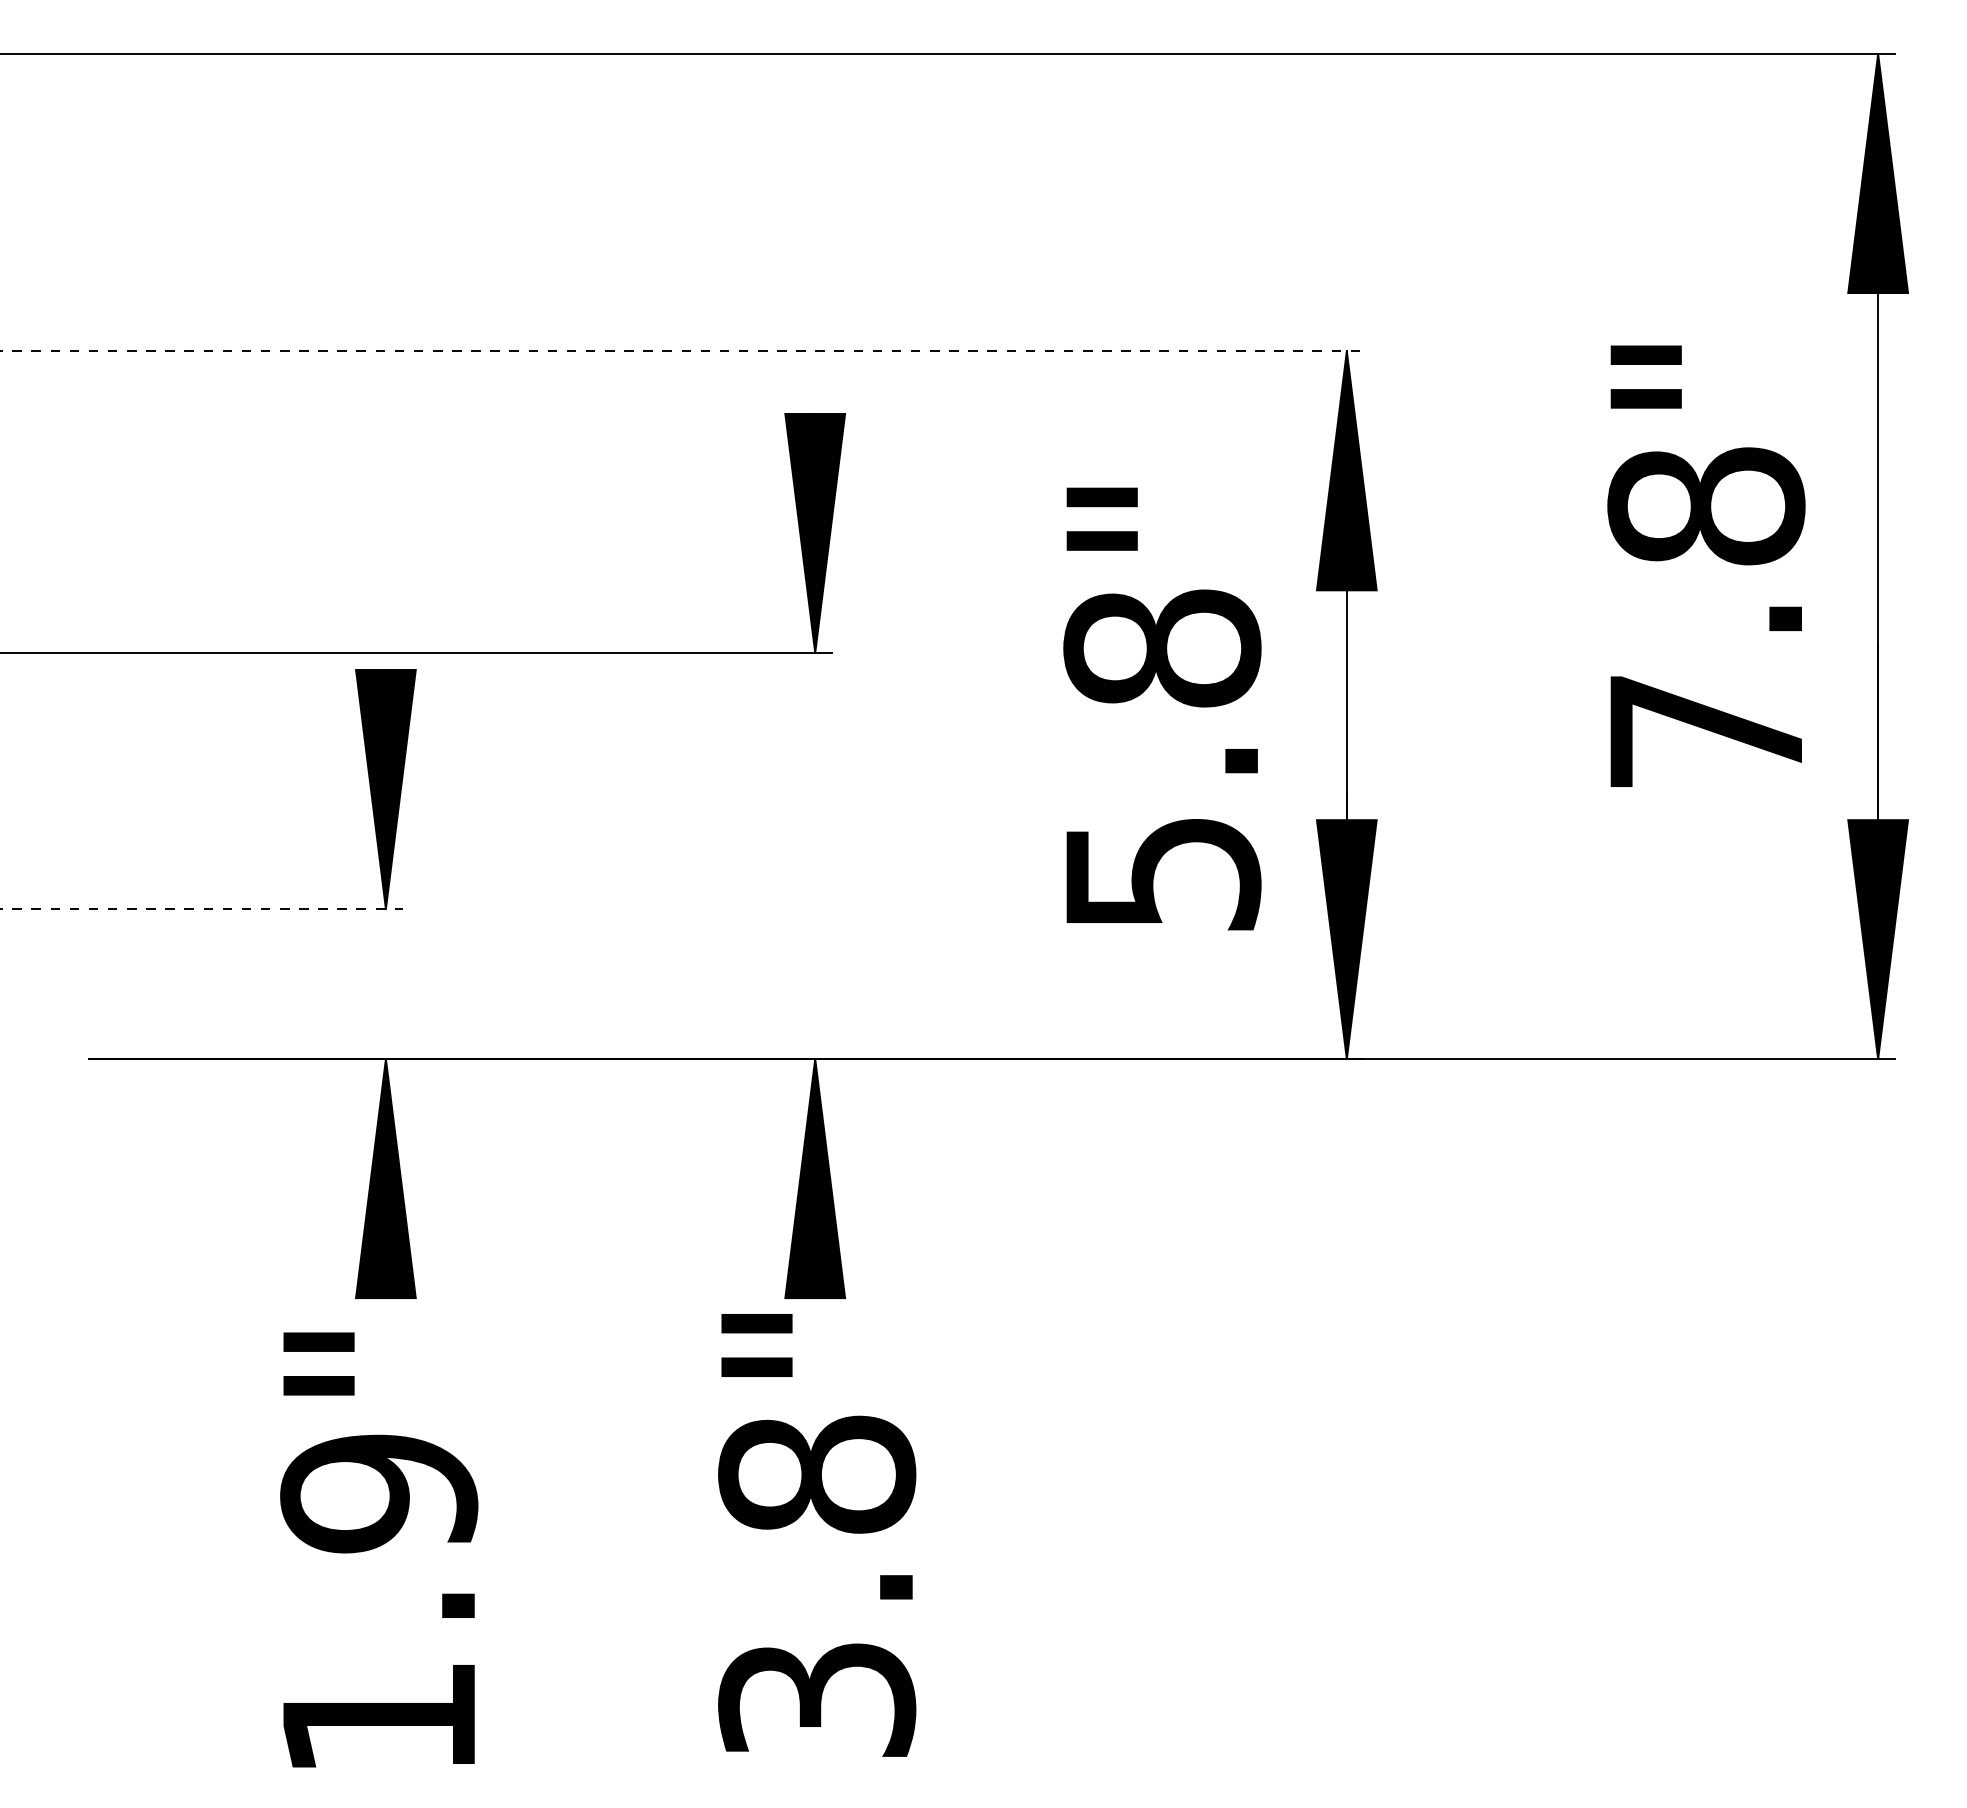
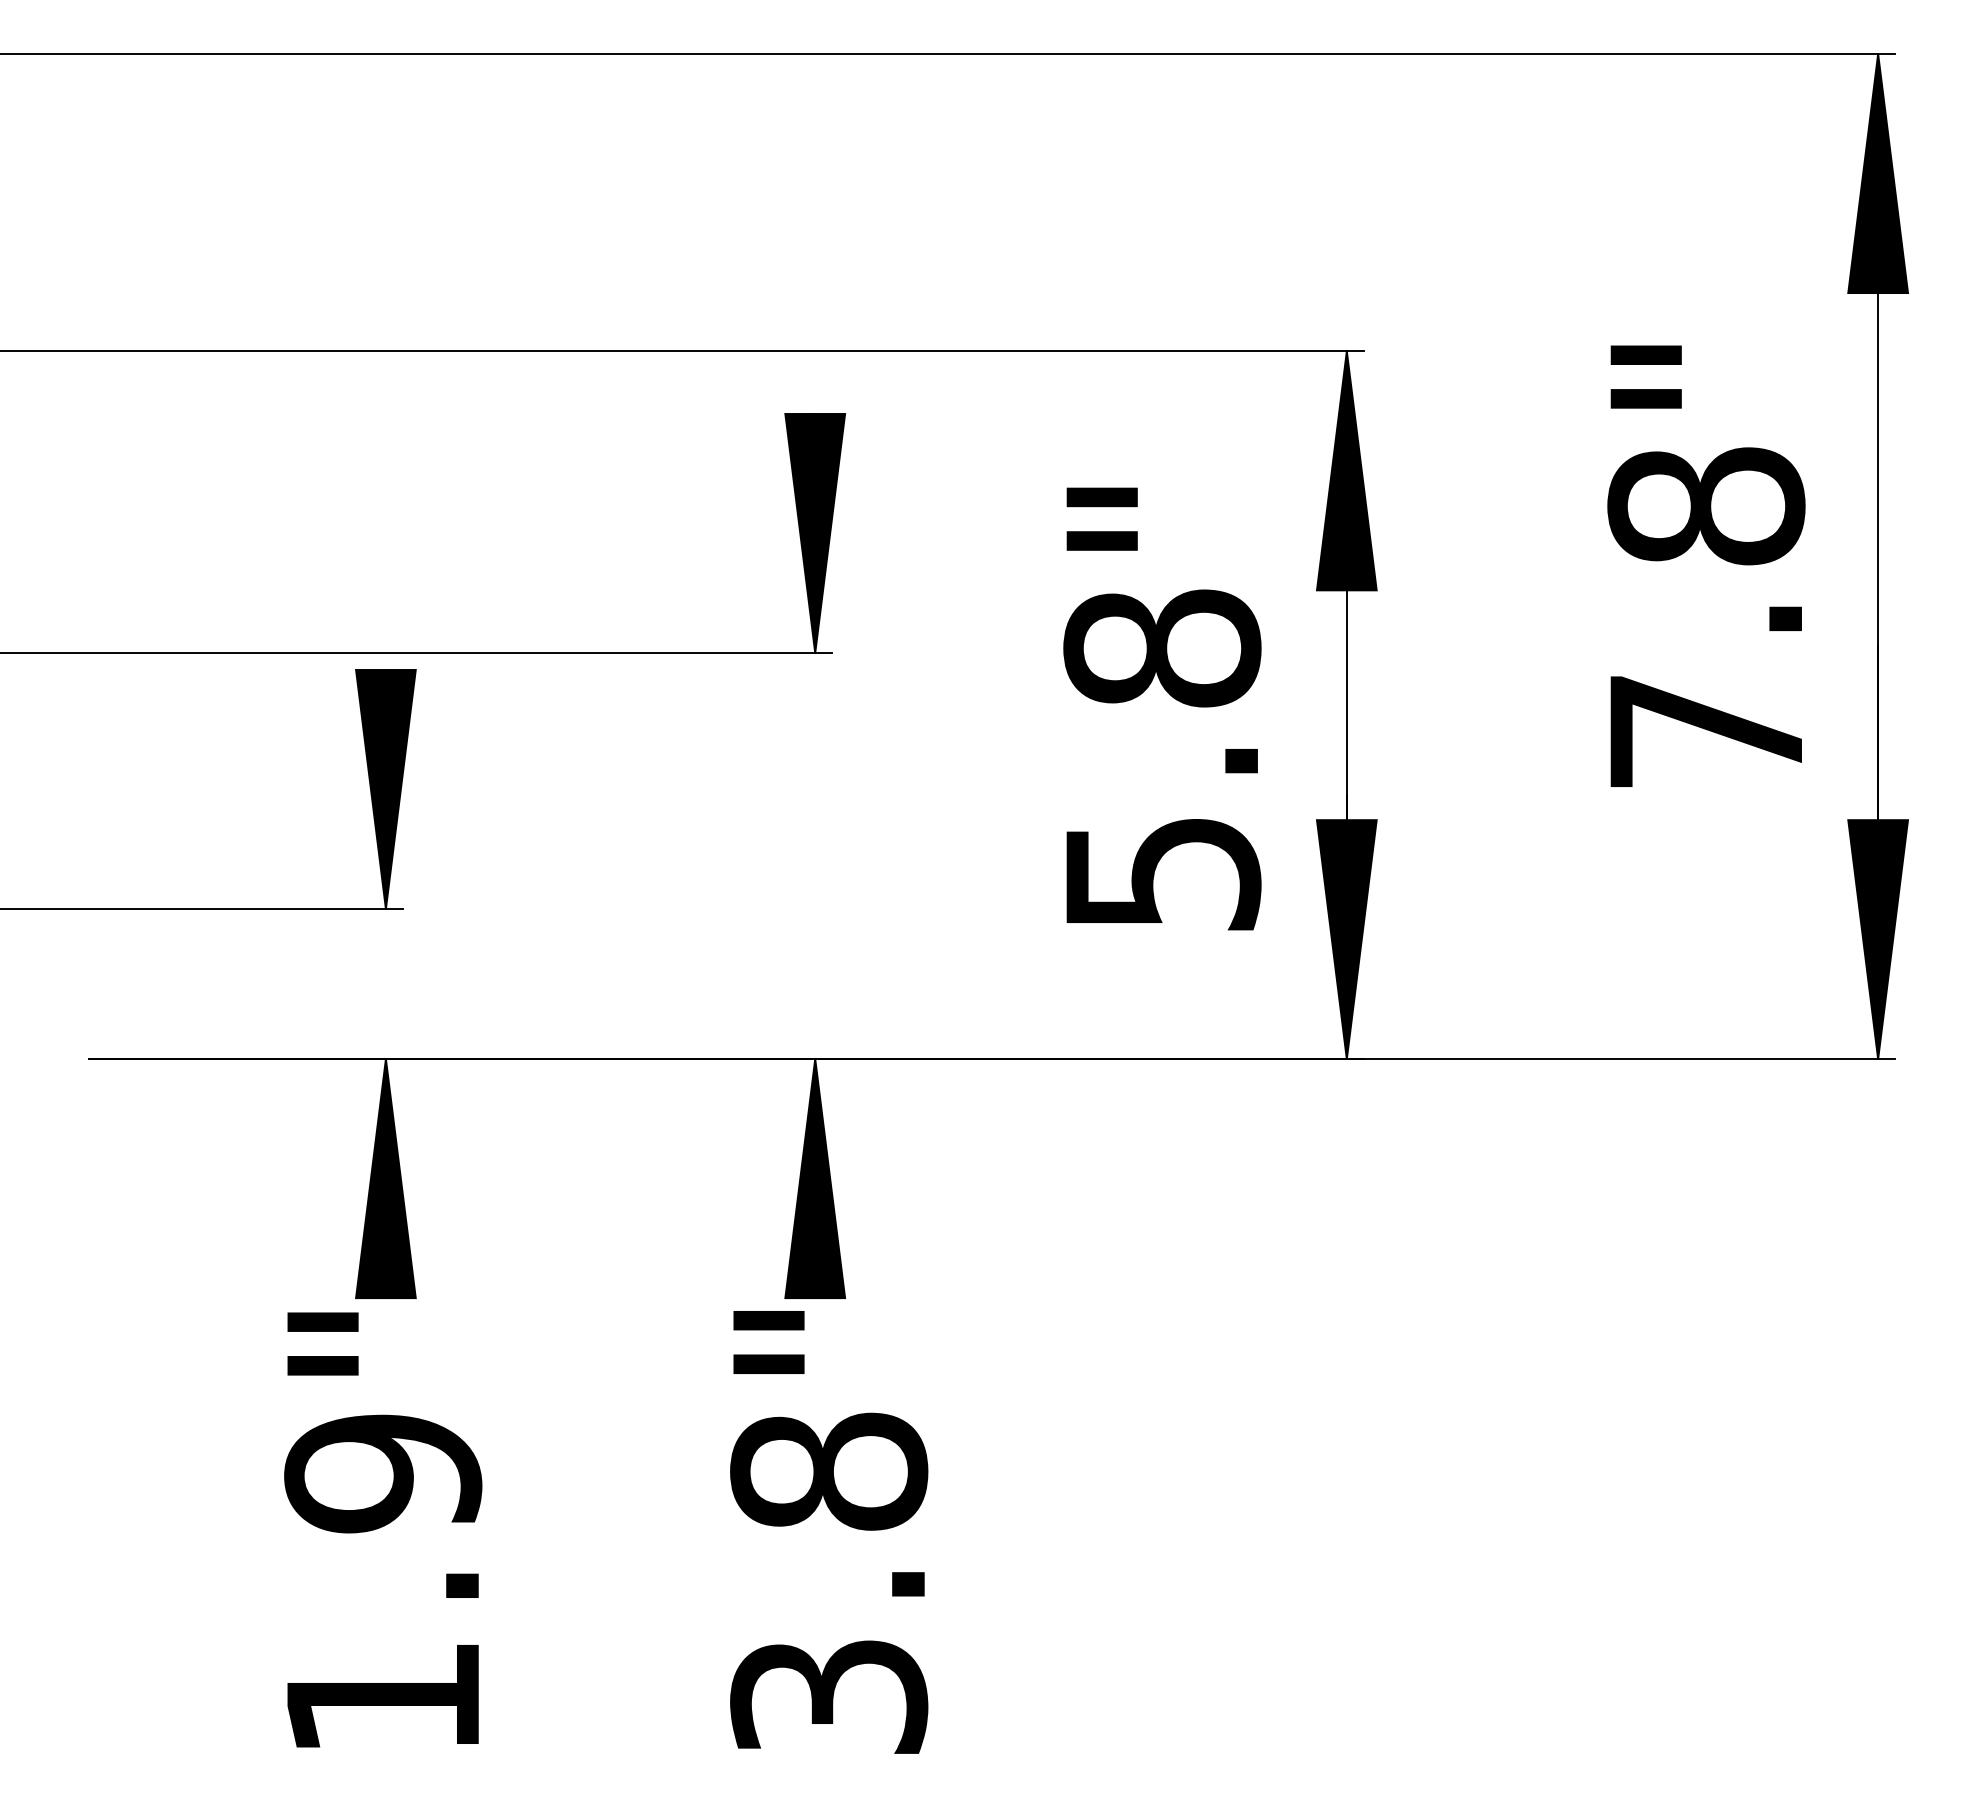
line at (682, 351): dashed -> solid
line at (202, 908): dashed -> solid
text at (817, 1535) position: (817, 1535) -> (829, 1532)
text at (379, 1549) position: (379, 1549) -> (383, 1529)
